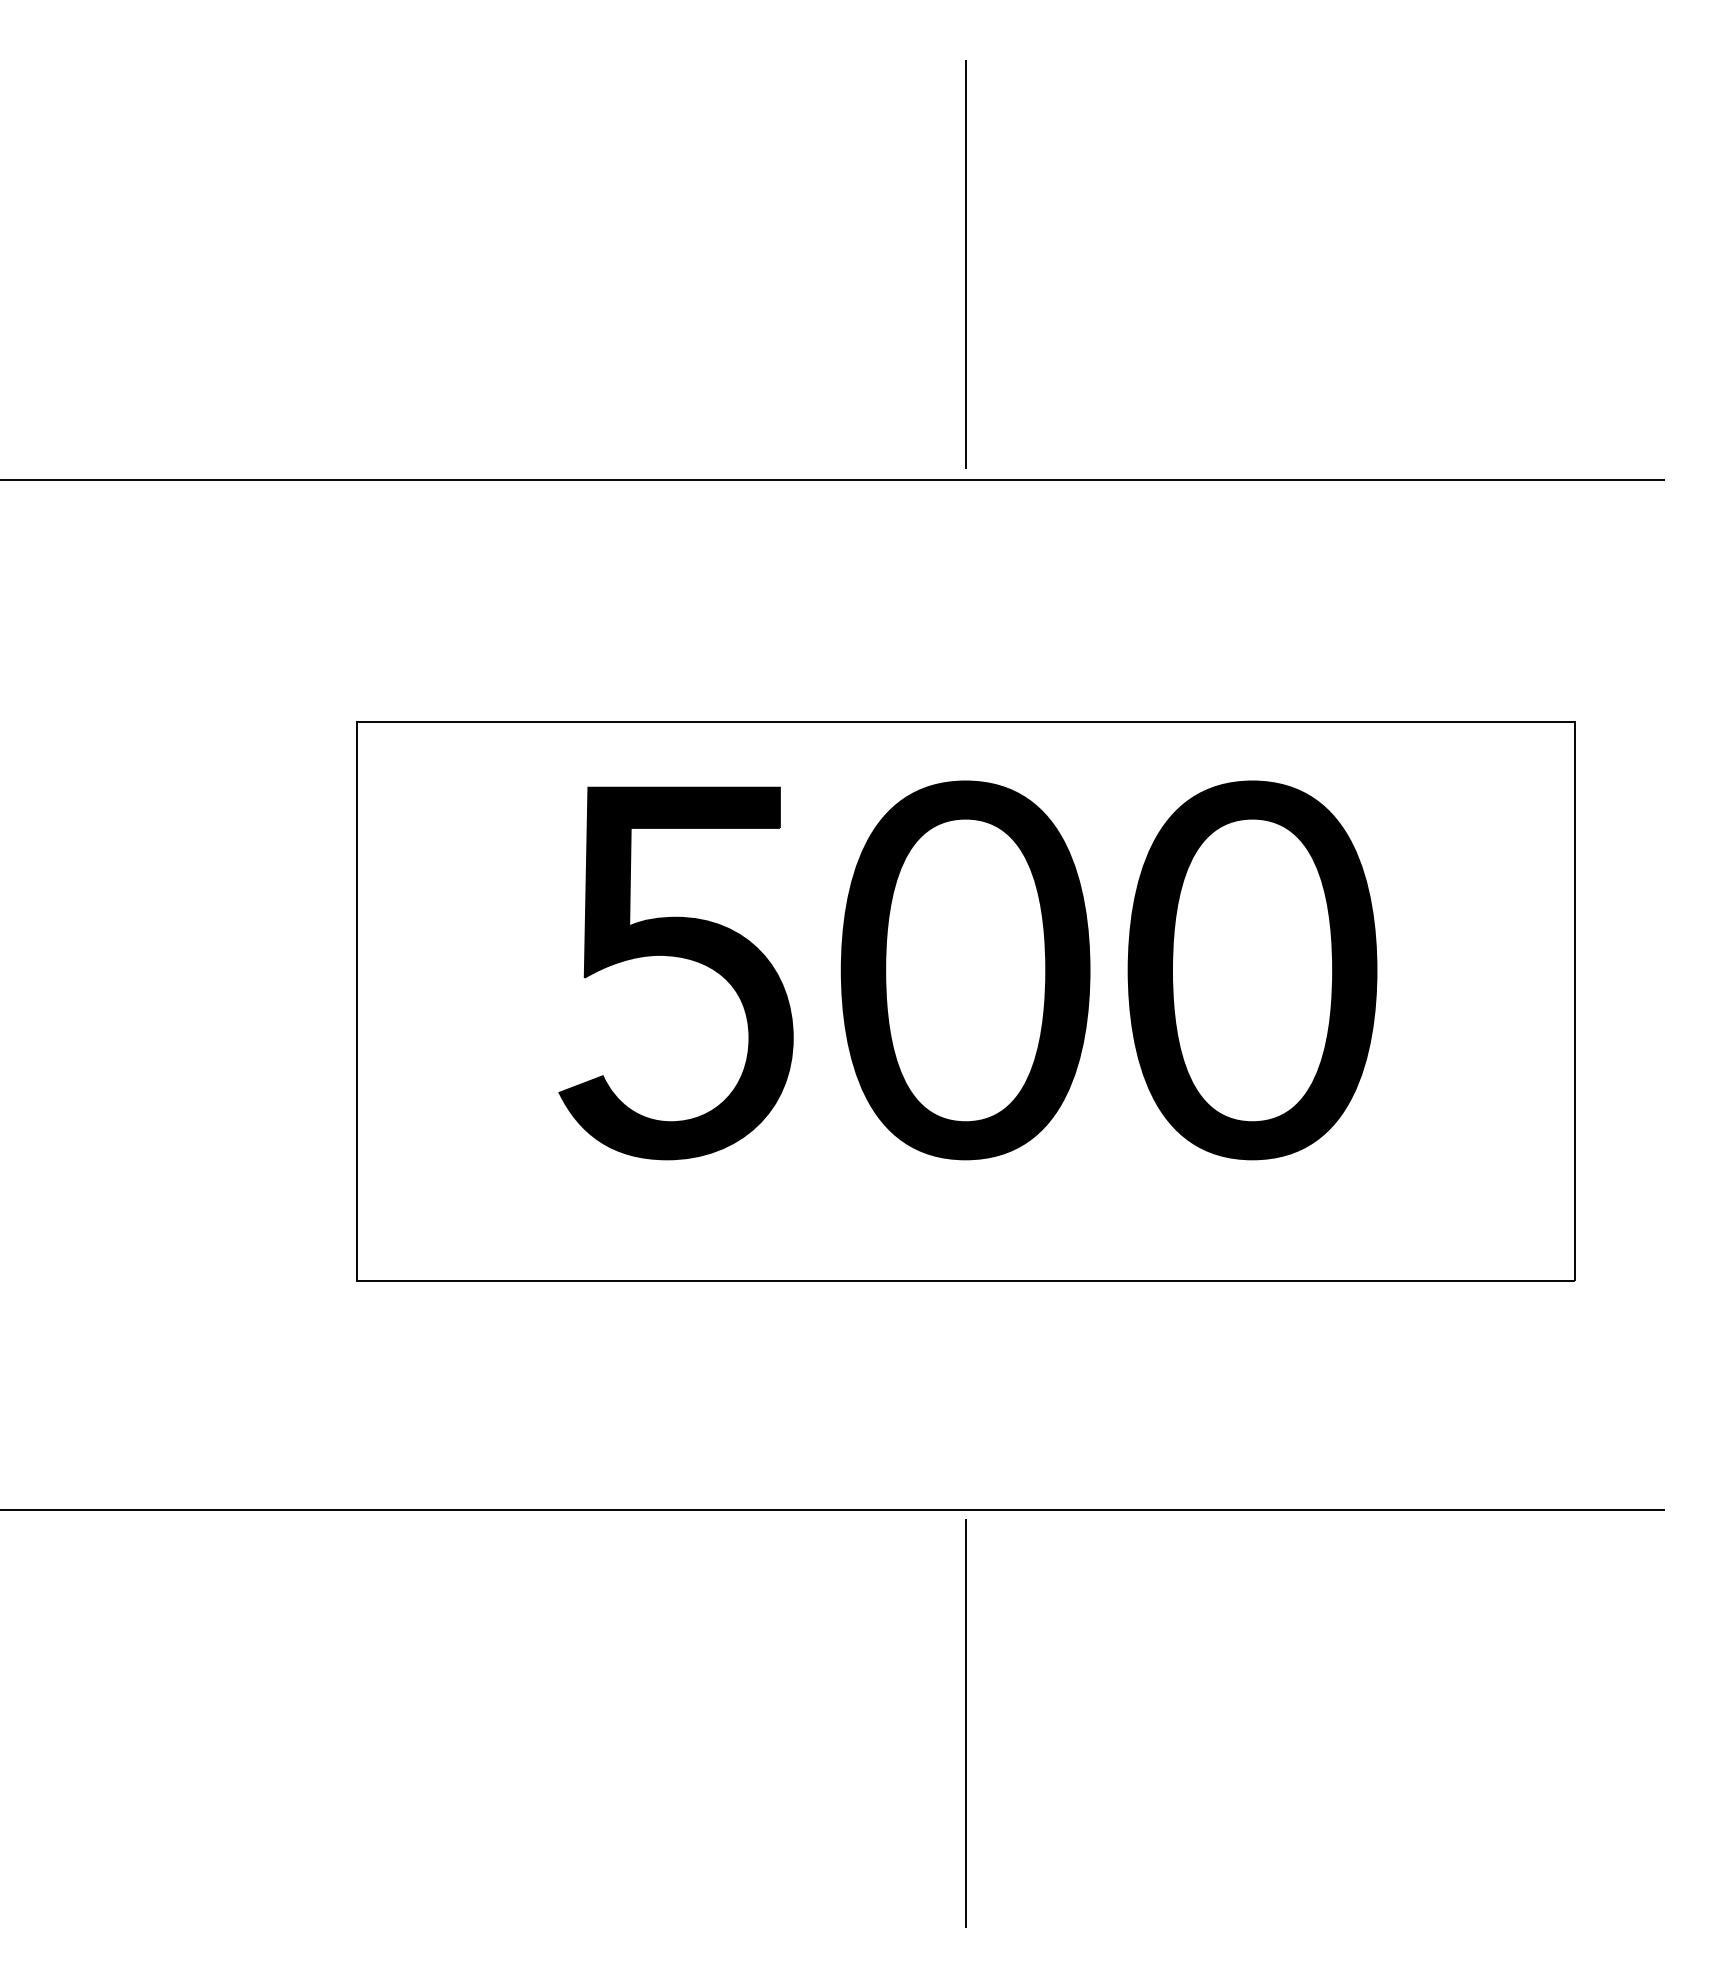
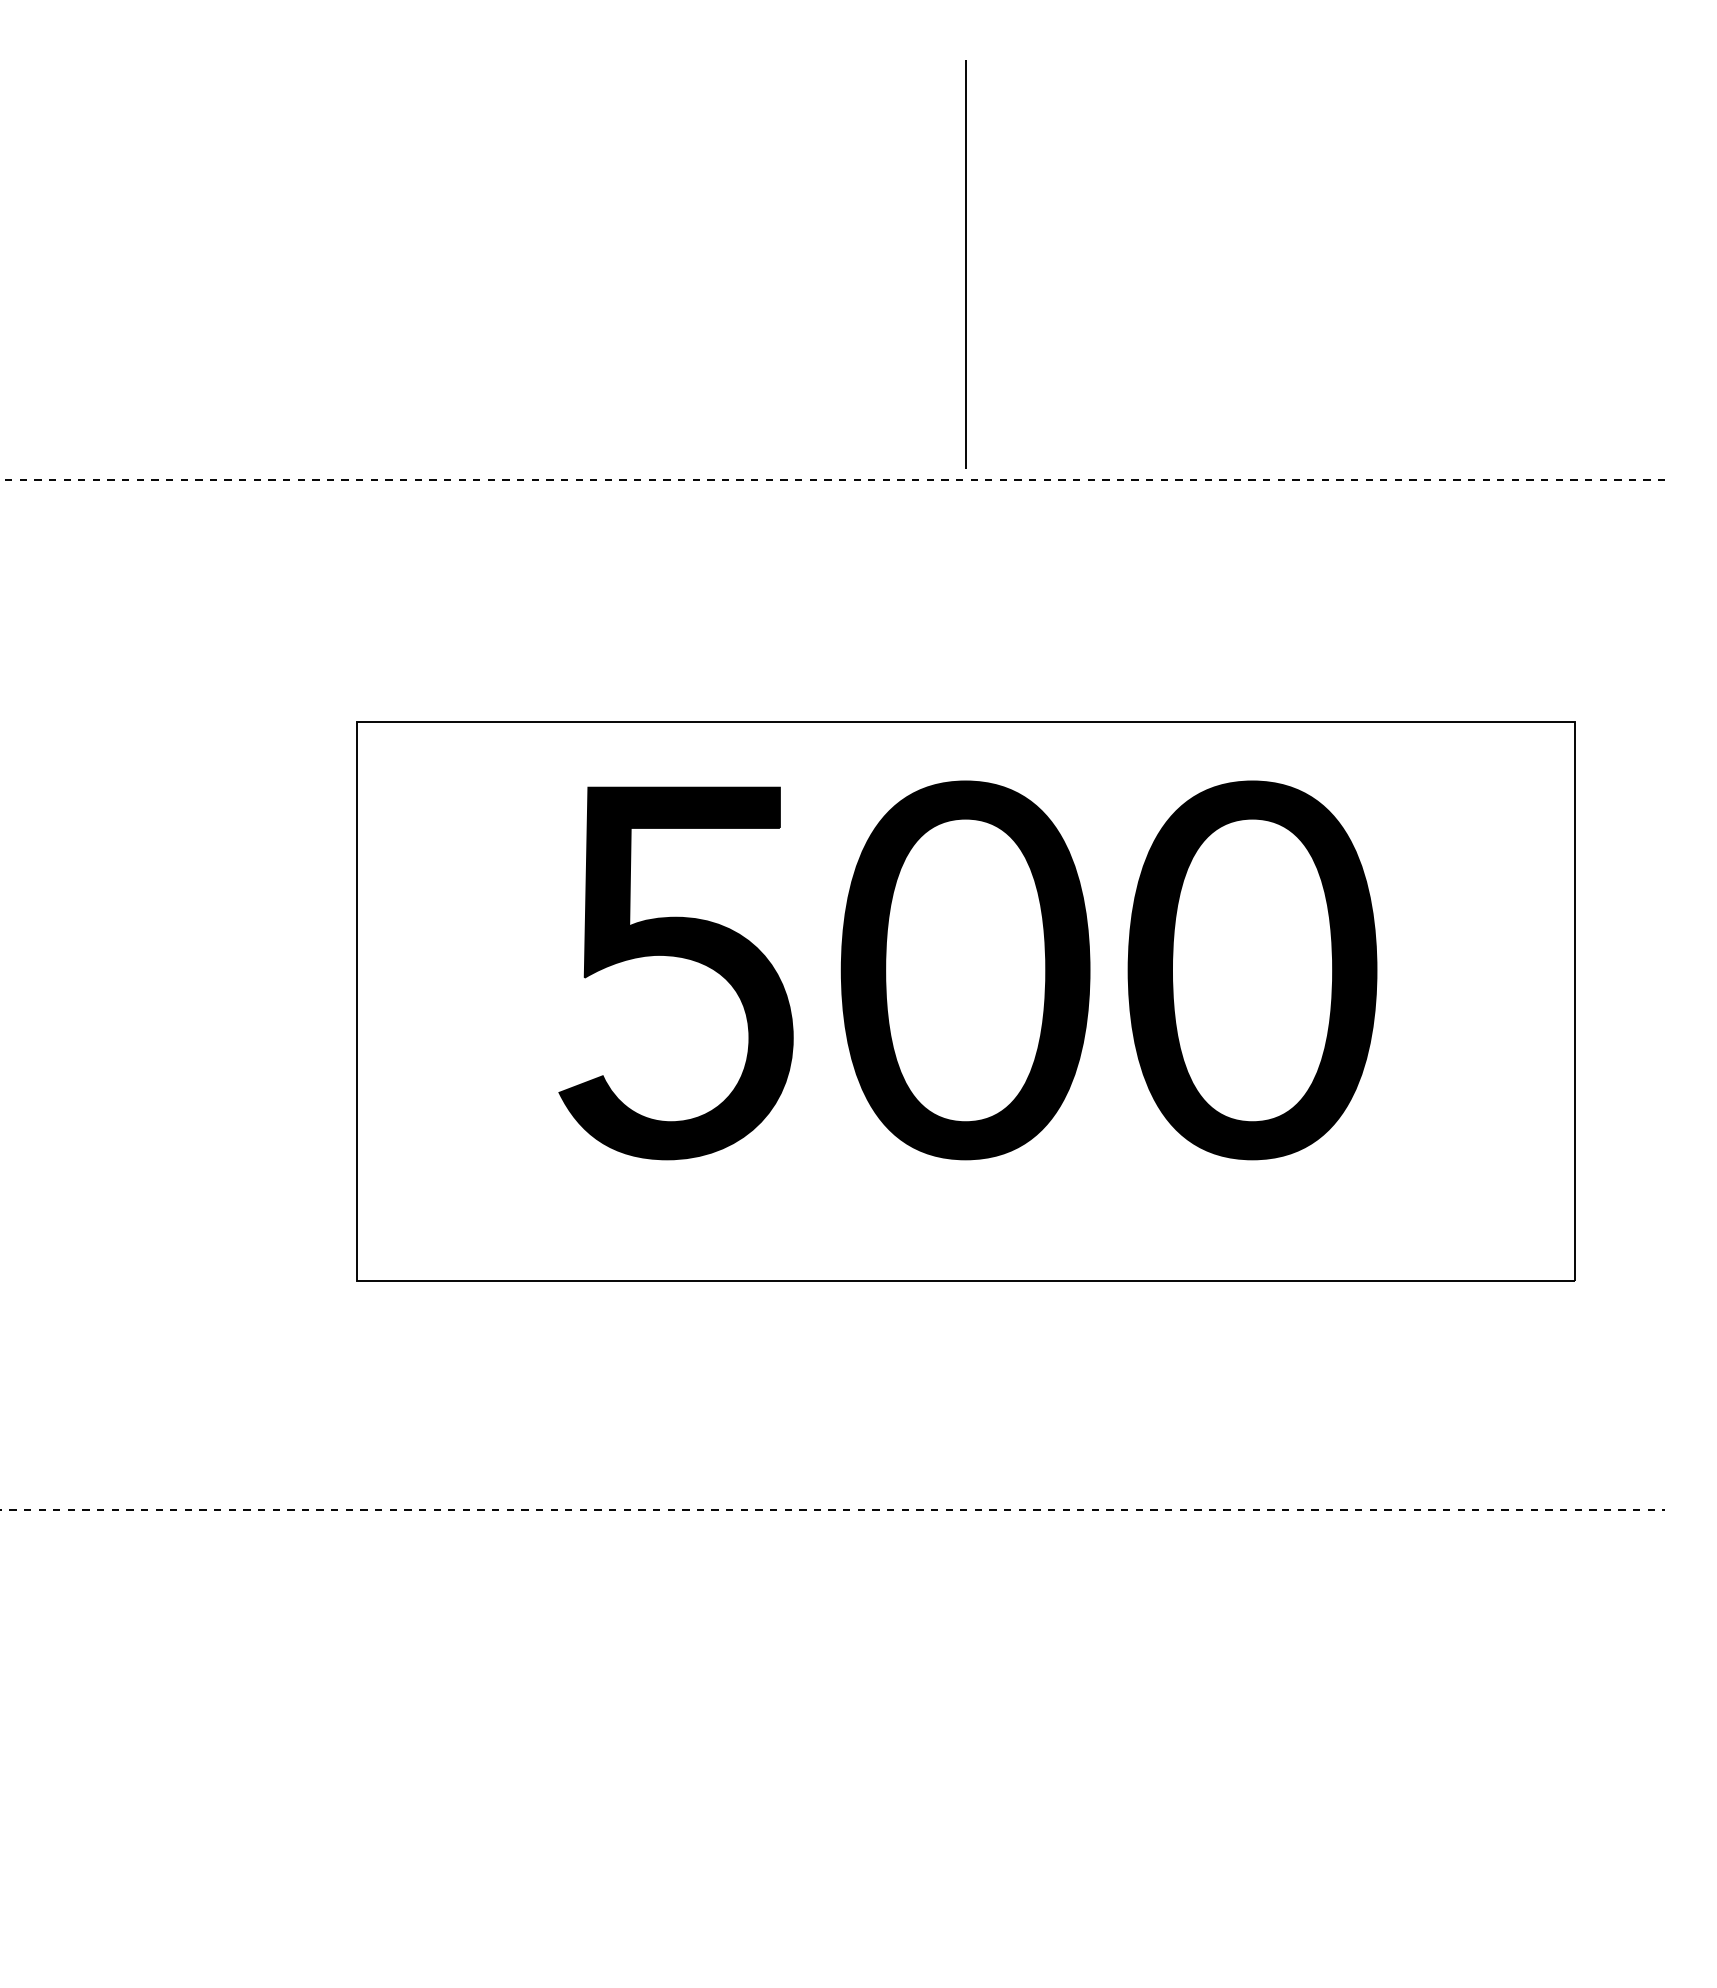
line at (832, 479): solid -> dashed
line at (833, 1509): solid -> dashed
line at (965, 1723): present -> none
